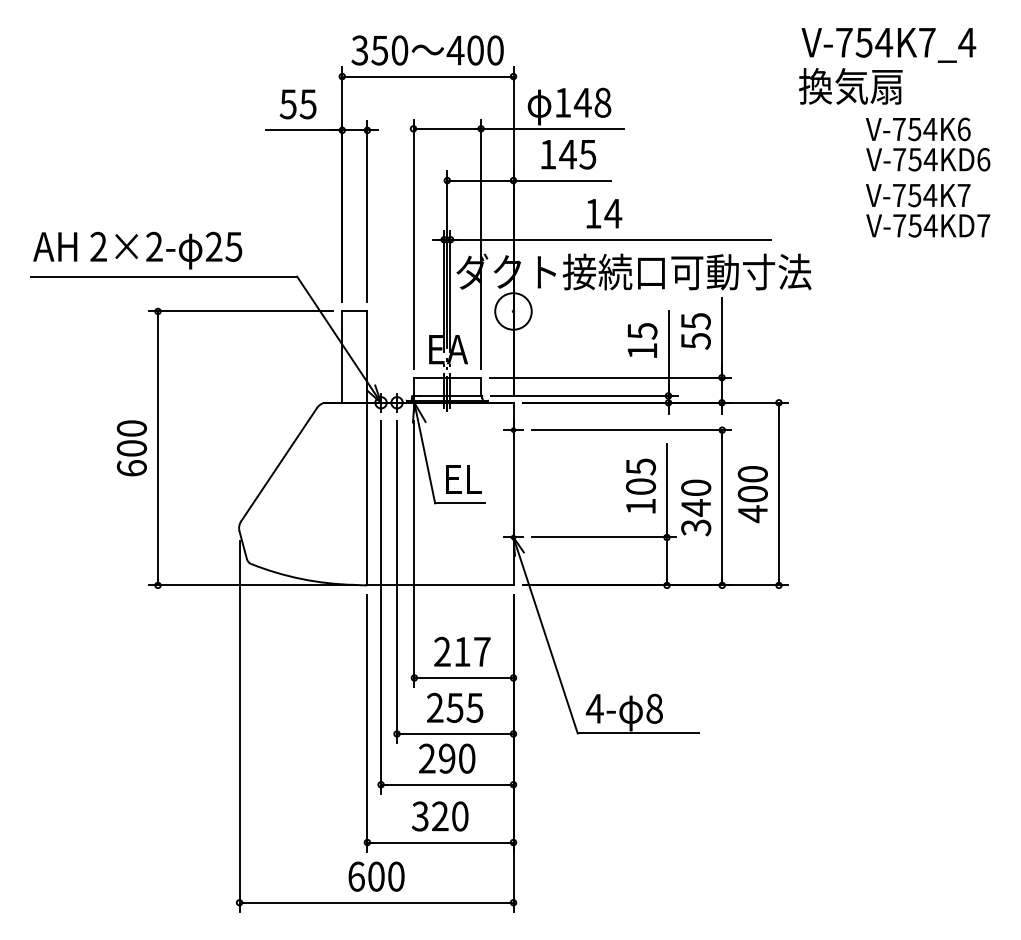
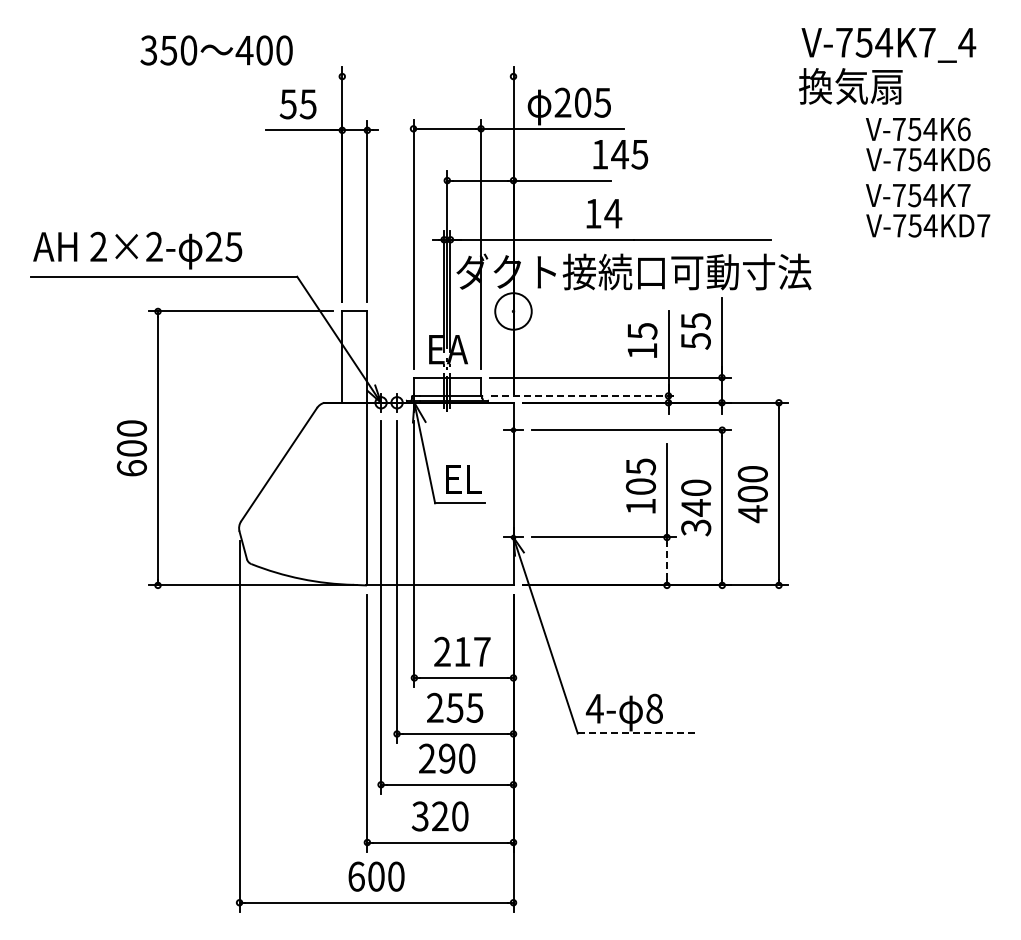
text at (427, 50) position: (427, 50) -> (216, 50)
line at (427, 76): present -> none
text at (582, 102): 148 -> 205
text at (568, 154) position: (568, 154) -> (620, 154)
line at (584, 395): solid -> dashed
line at (667, 560): solid -> dashed
line at (638, 733): solid -> dashed
